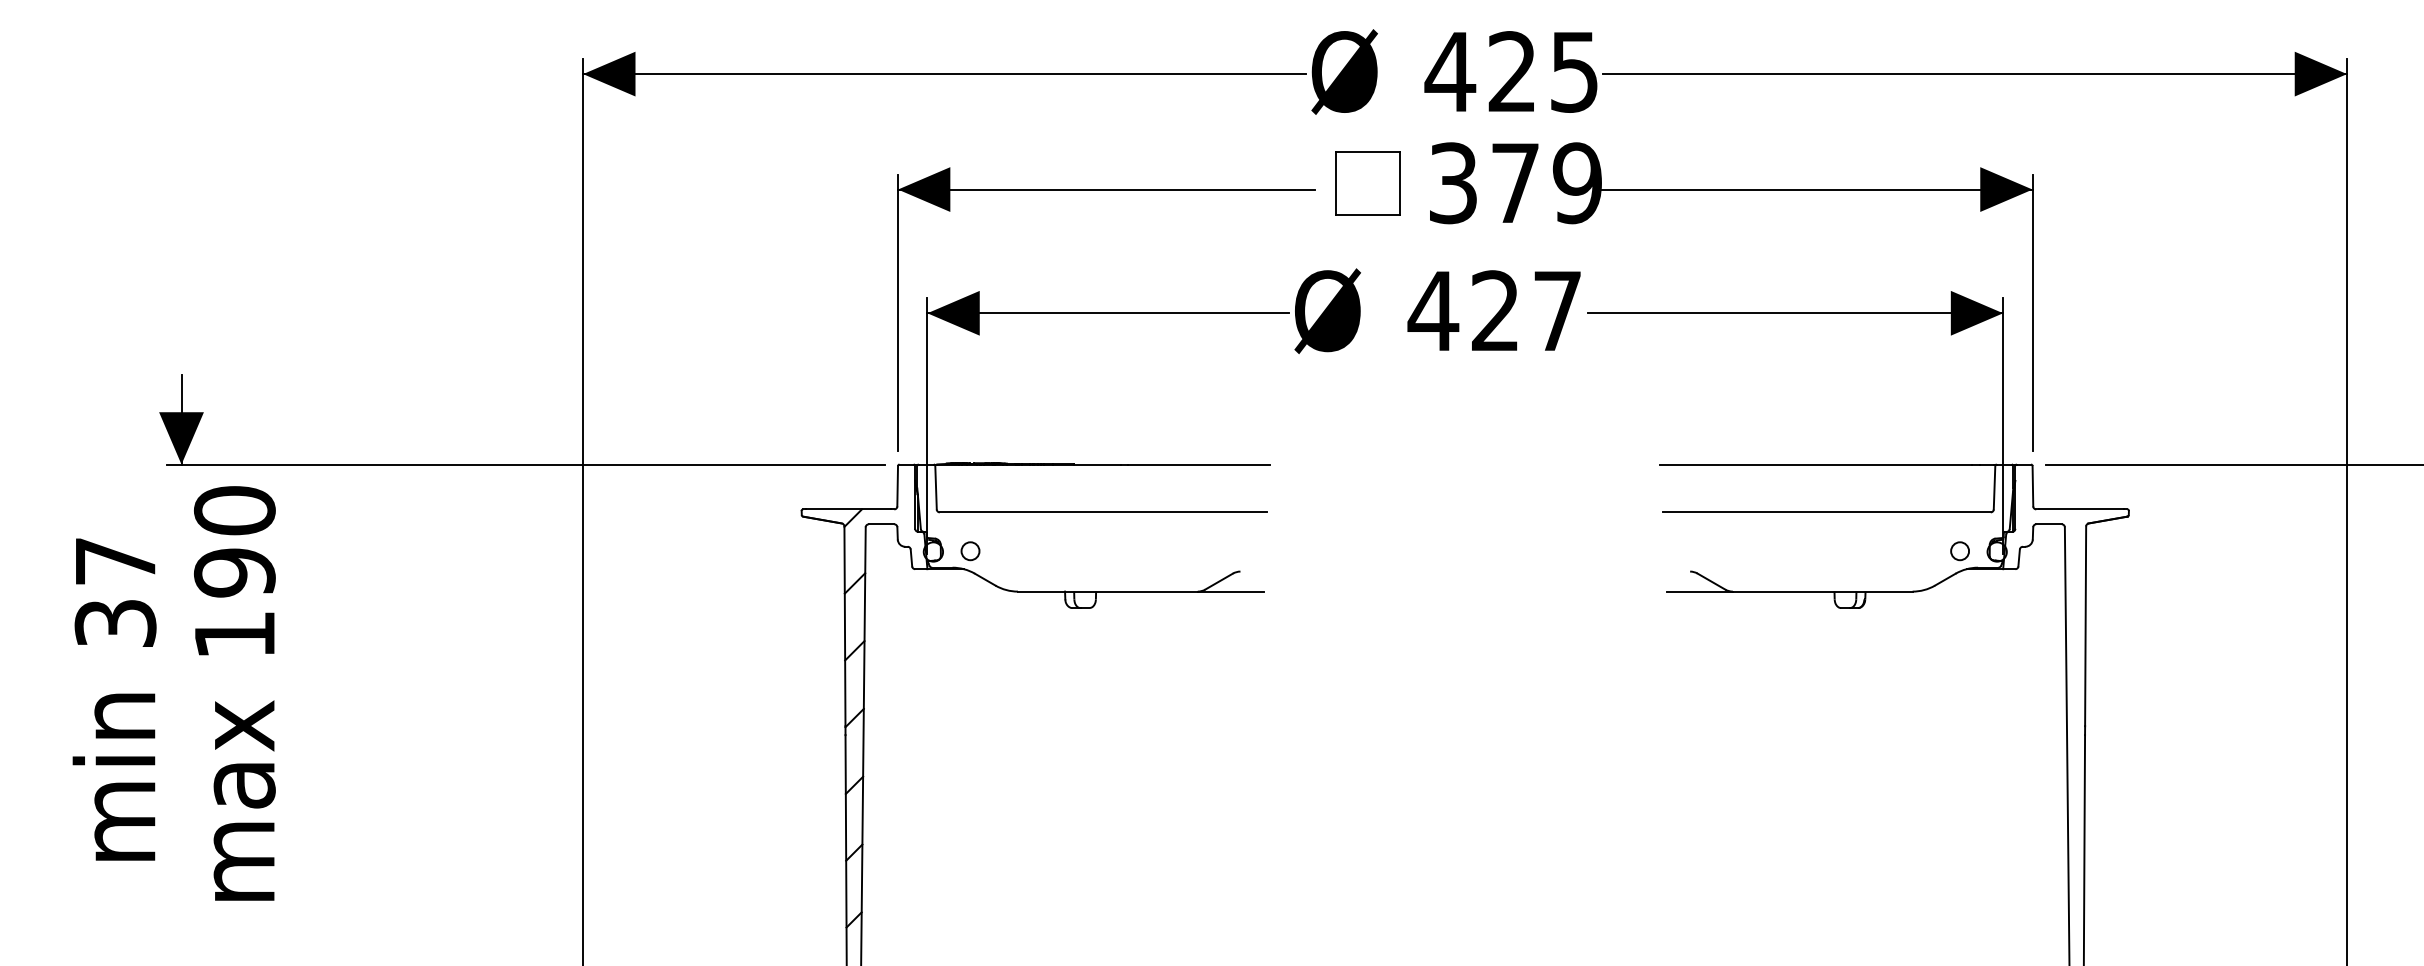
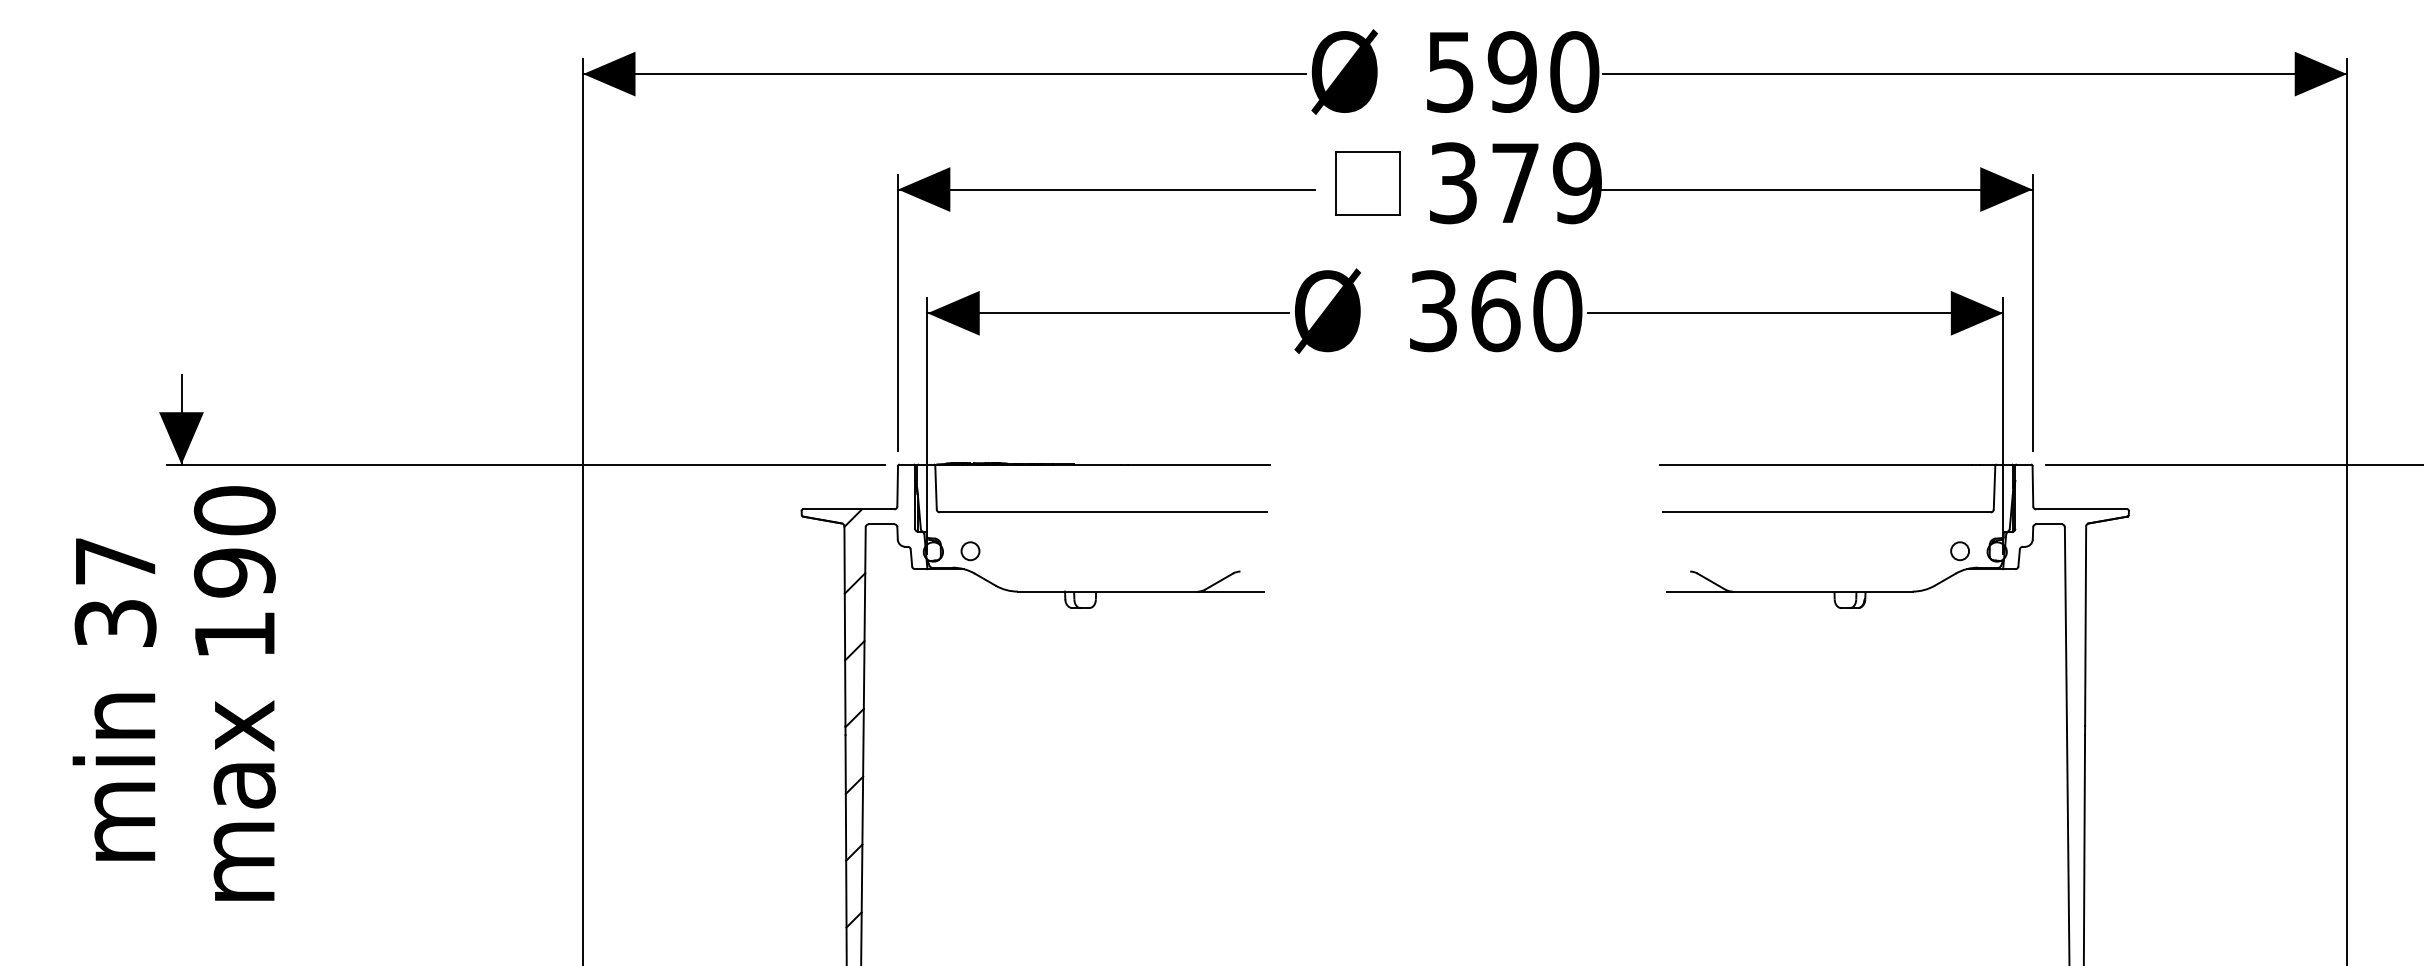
text at (1511, 71): 425 -> 590
text at (1494, 311): 427 -> 360
